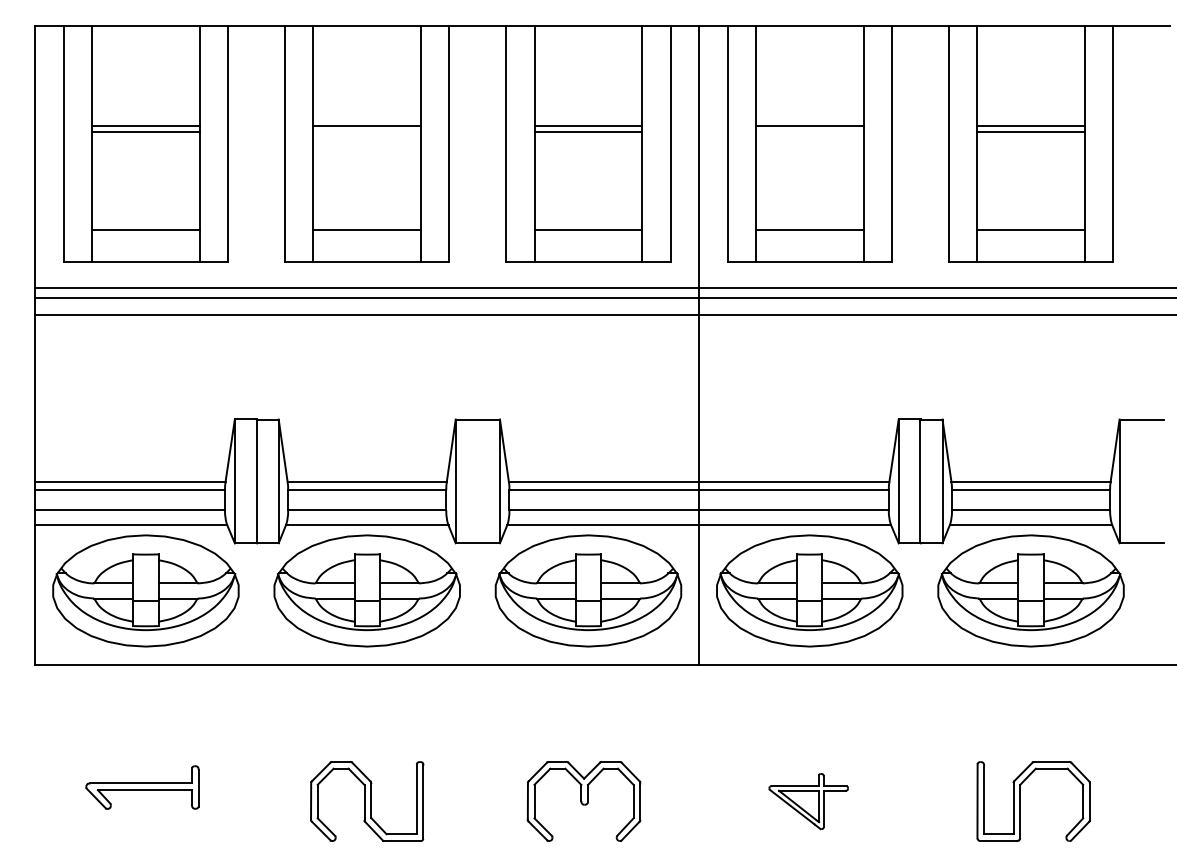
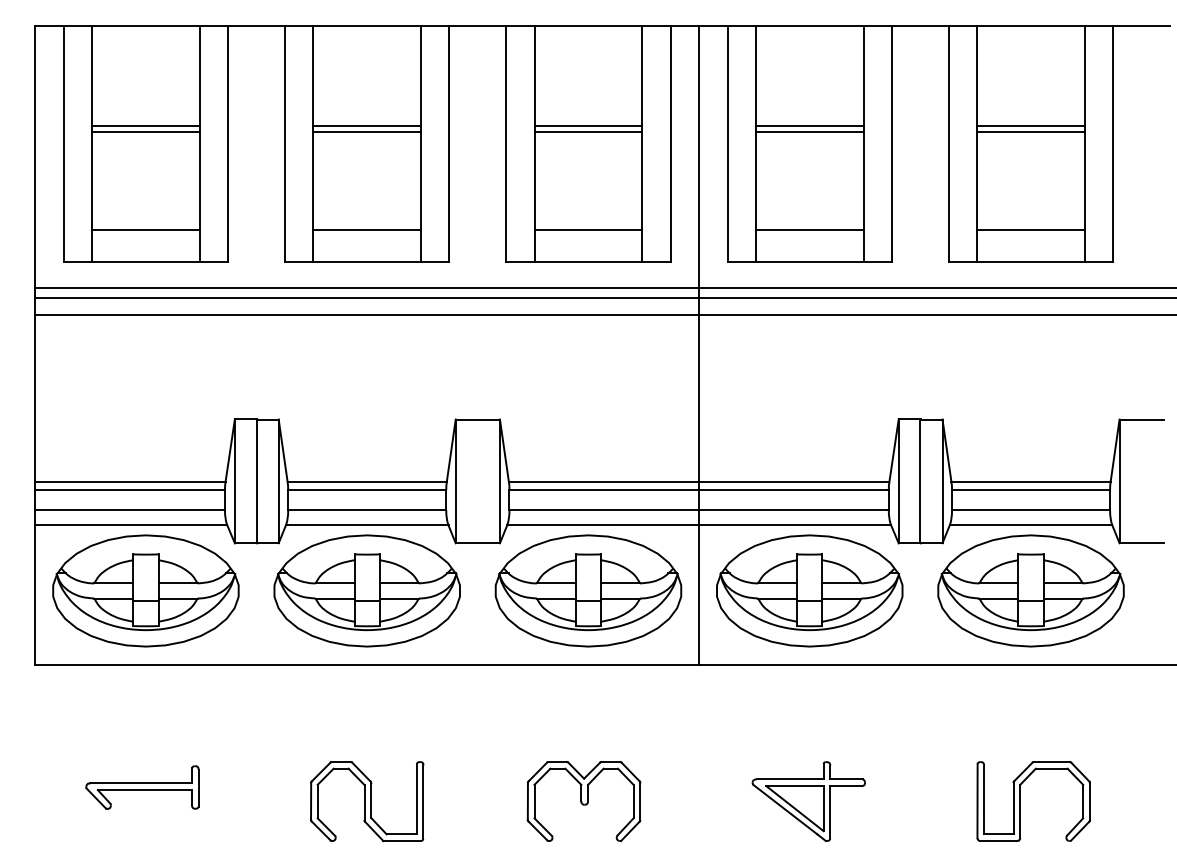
line at (366, 131): none -> present
line at (809, 131): none -> present
part at (808, 801) size: 81x58 px -> 115x81 px
